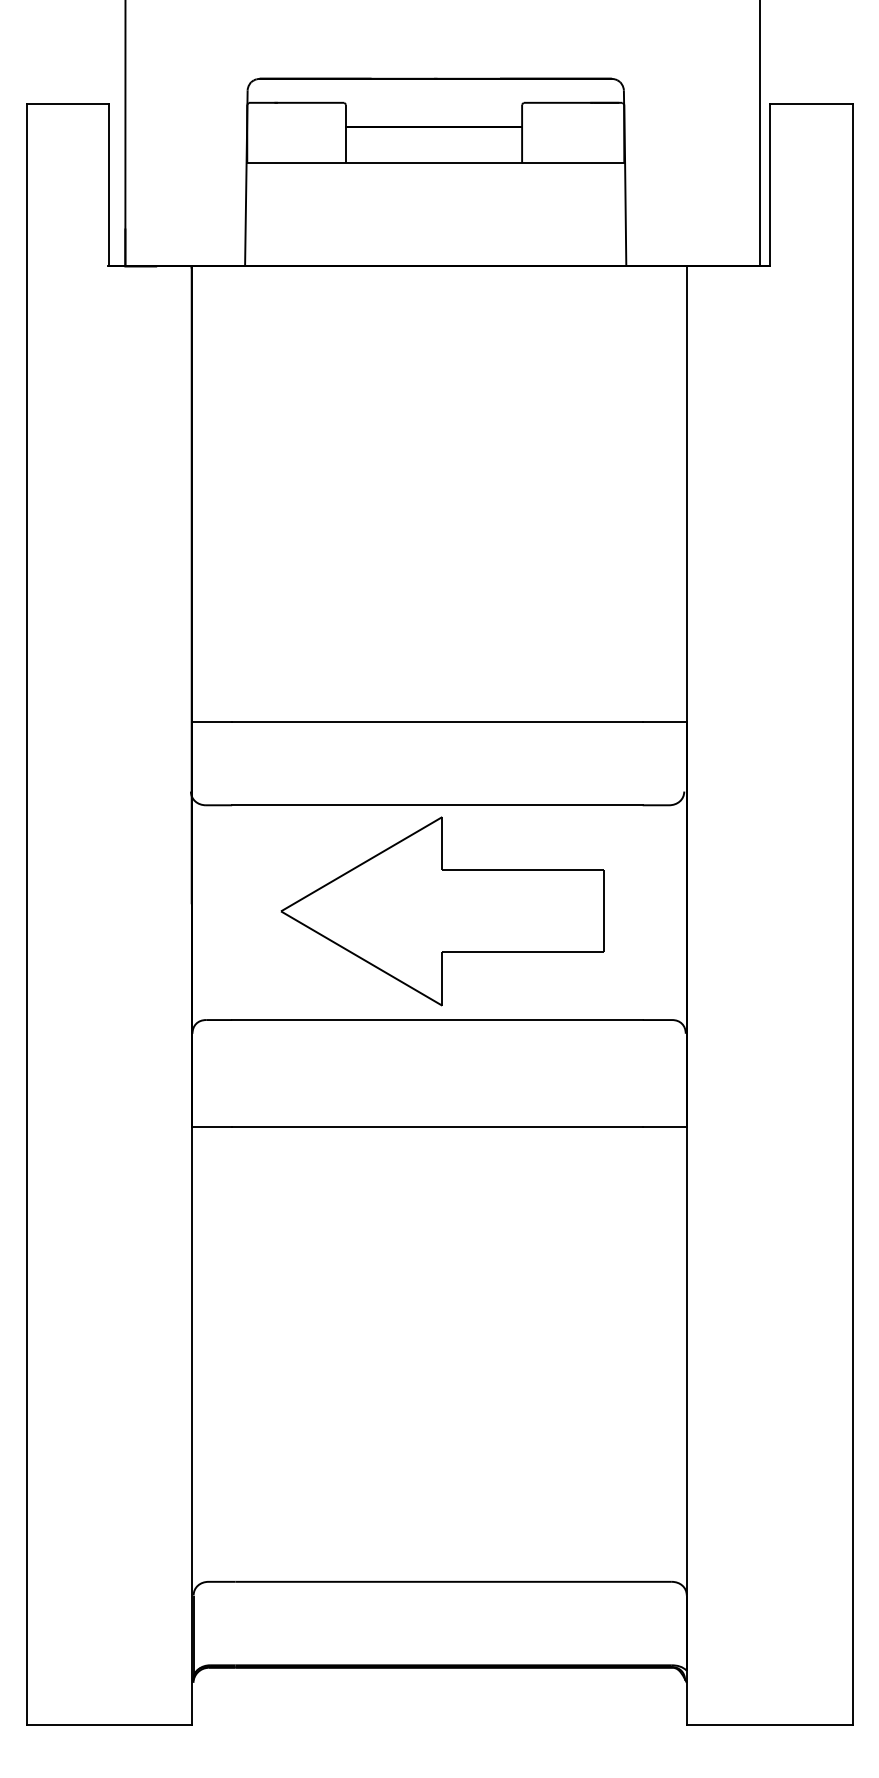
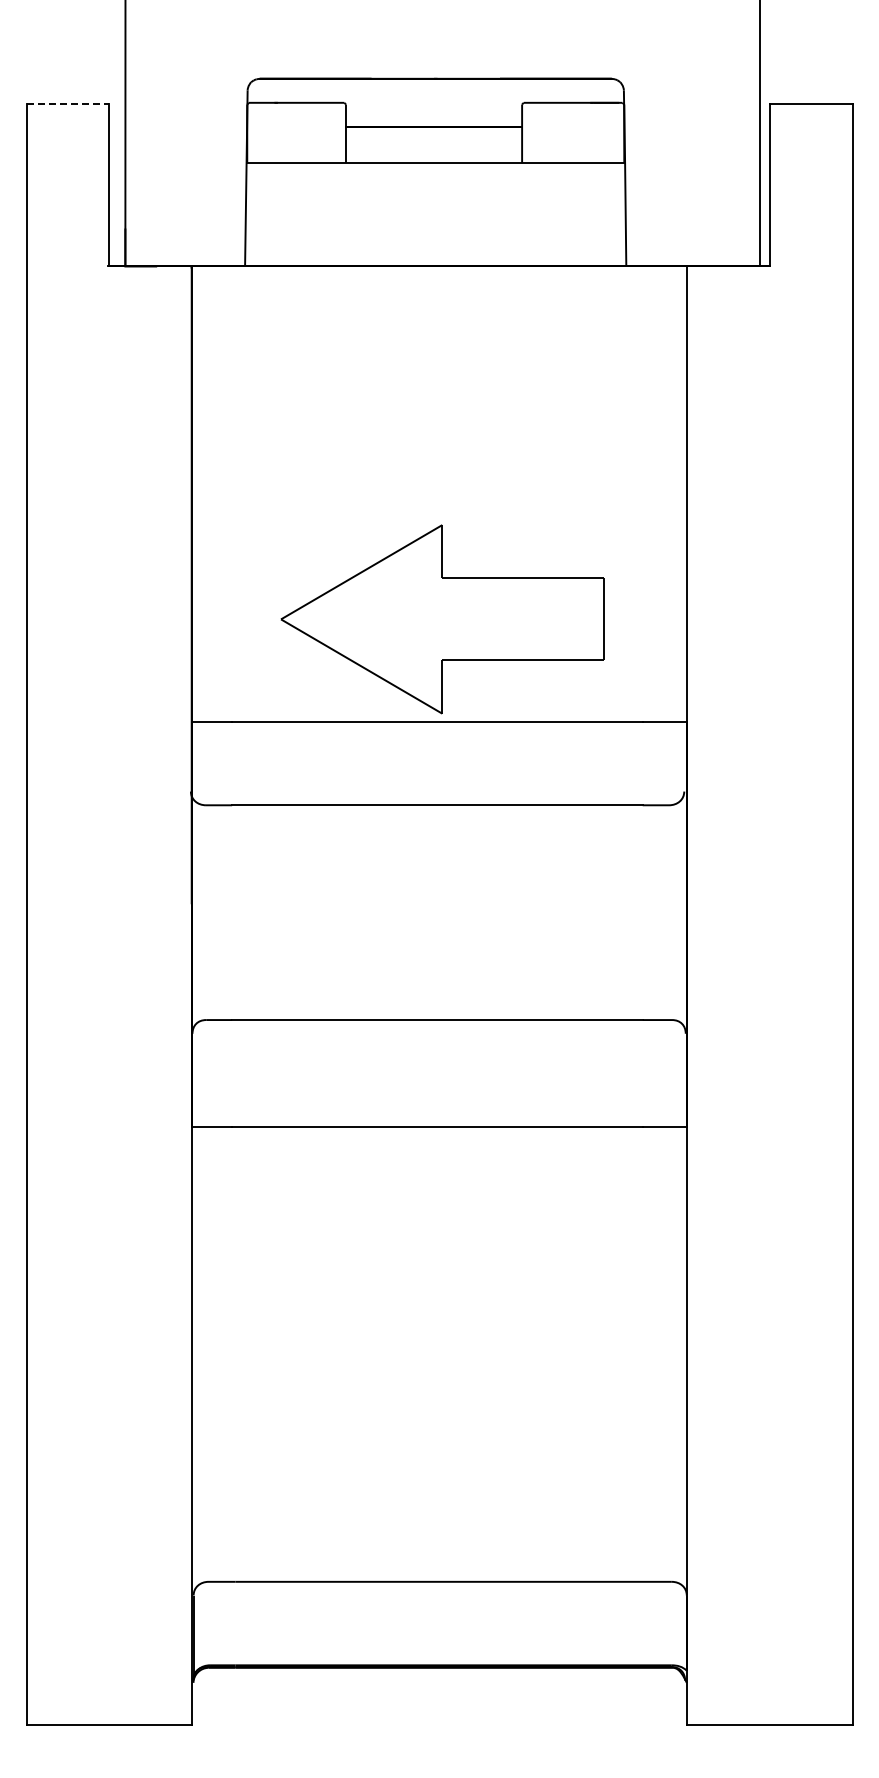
line at (68, 104): solid -> dashed
part at (442, 911) position: (442, 911) -> (442, 619)
